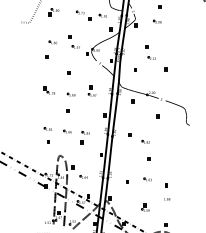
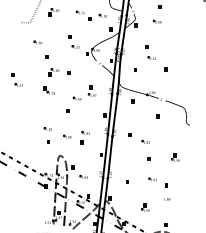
part at (52, 42) position: (52, 42) -> (37, 42)
part at (53, 72): none -> present
part at (16, 79): none -> present
part at (70, 94) position: (70, 94) -> (76, 98)
part at (67, 131) position: (67, 131) -> (67, 136)
part at (175, 157): none -> present
part at (147, 179) position: (147, 179) -> (152, 179)
